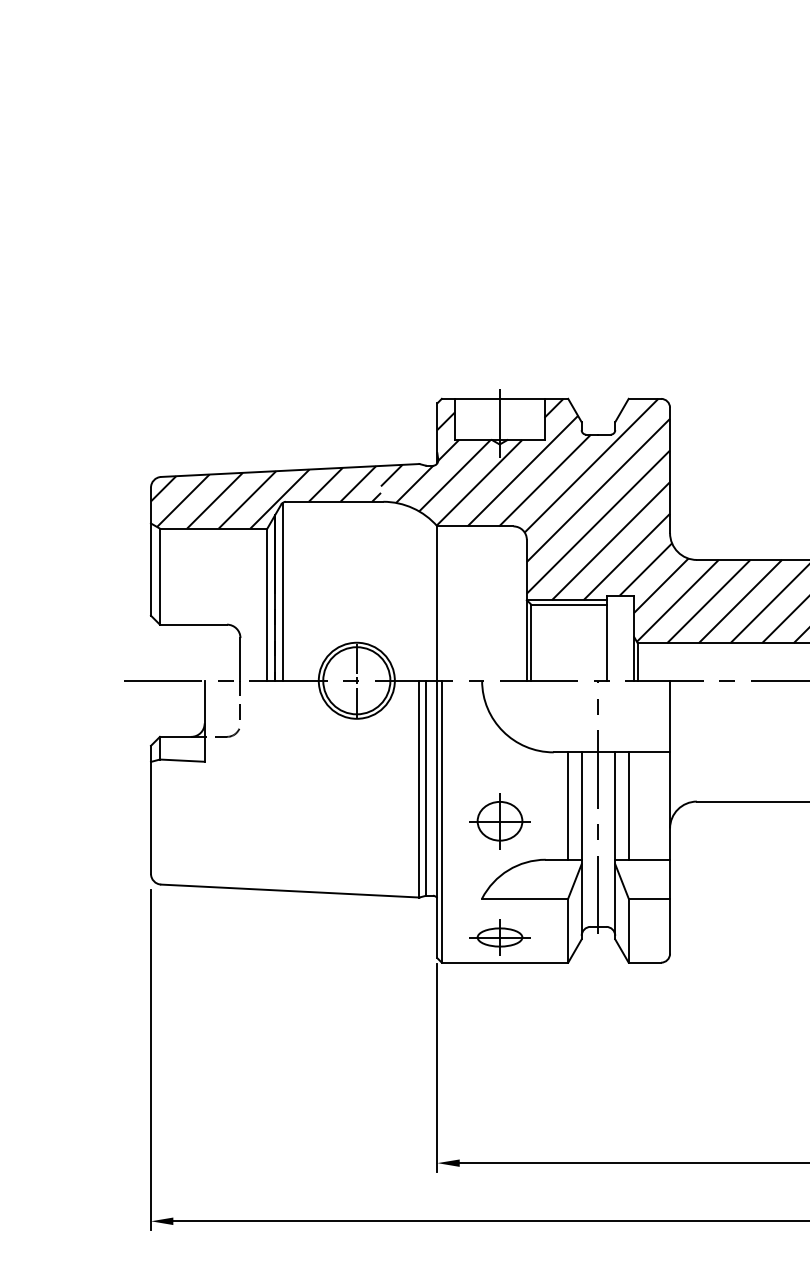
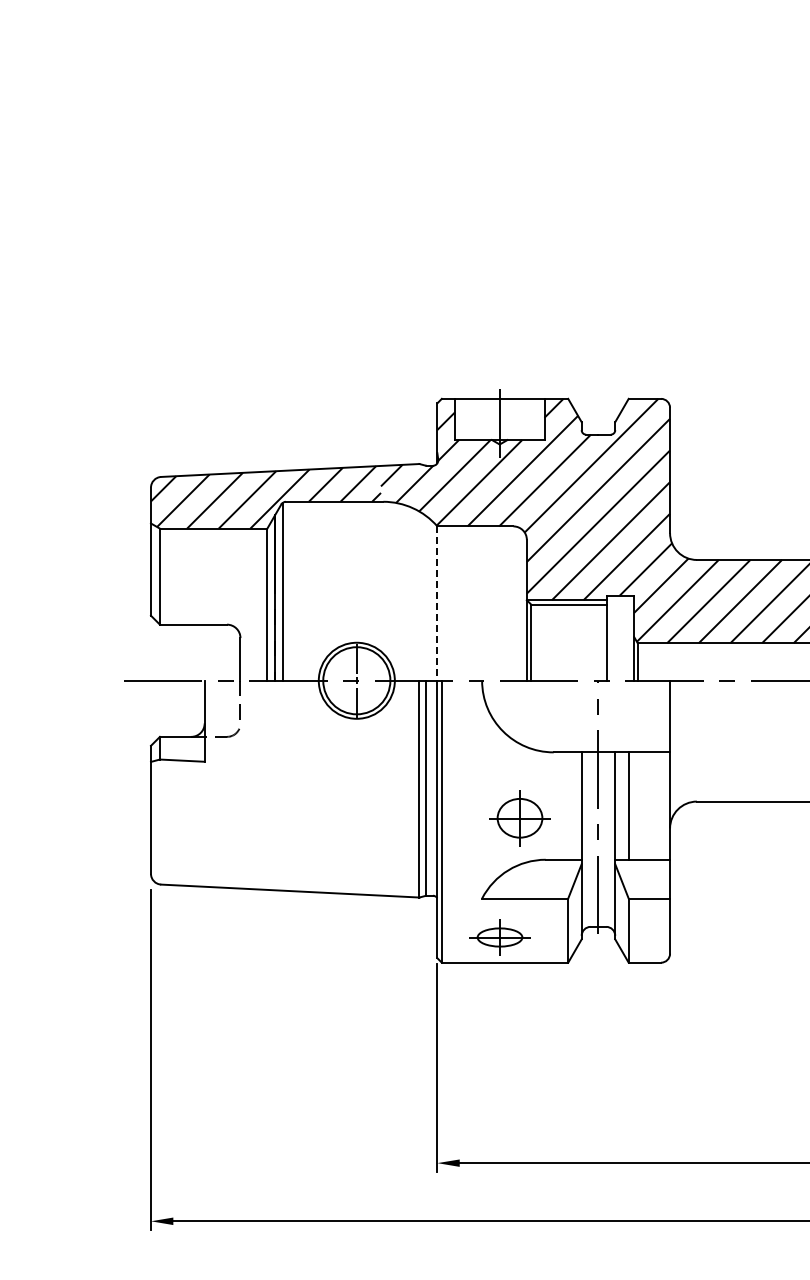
line at (437, 604): solid -> dashed
line at (568, 805): present -> none
part at (499, 821) position: (499, 821) -> (519, 818)
